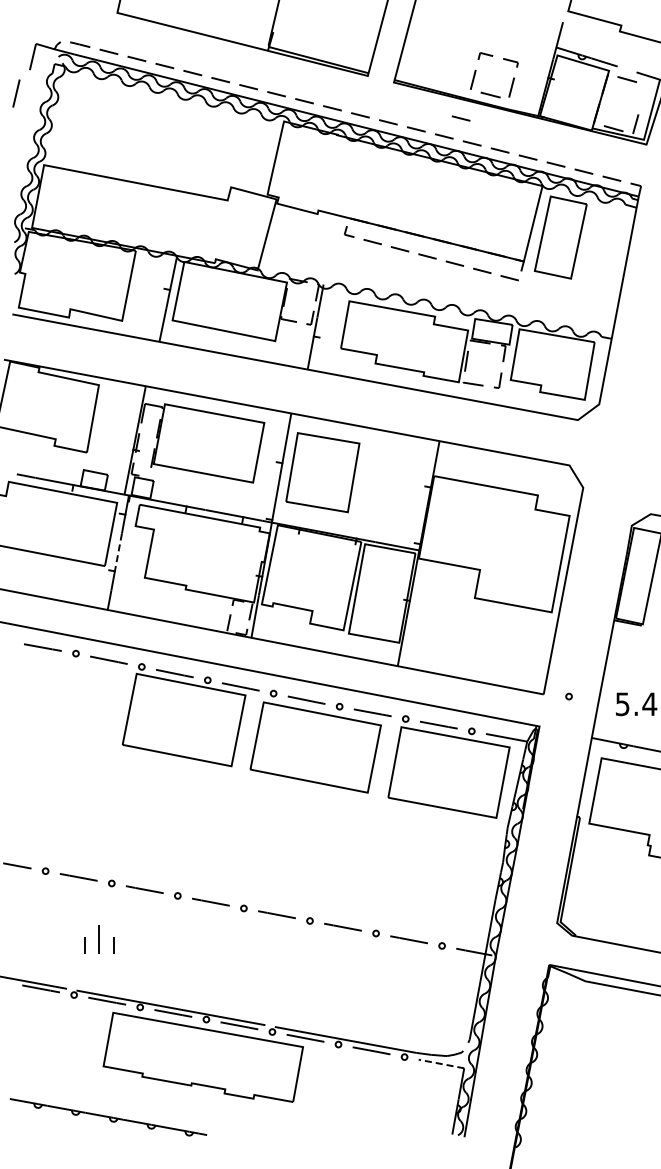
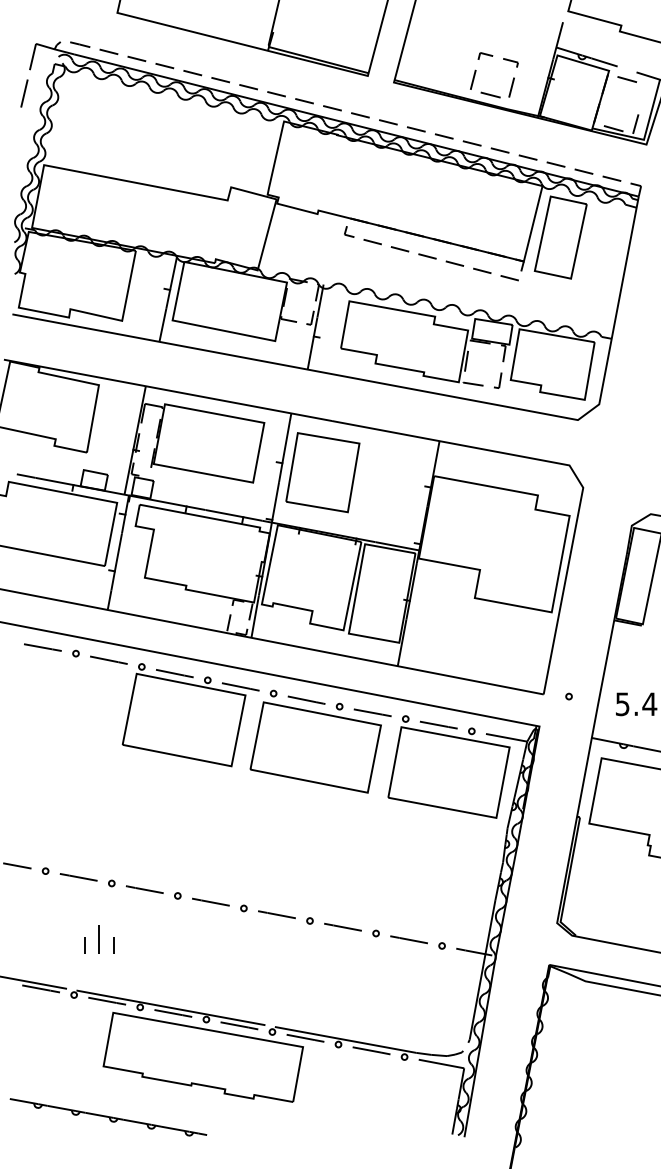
line at (16, 93) position: (16, 93) -> (24, 93)
line at (460, 118): present -> none
line at (118, 552): dashed -> solid
line at (441, 1063): dashed -> solid
